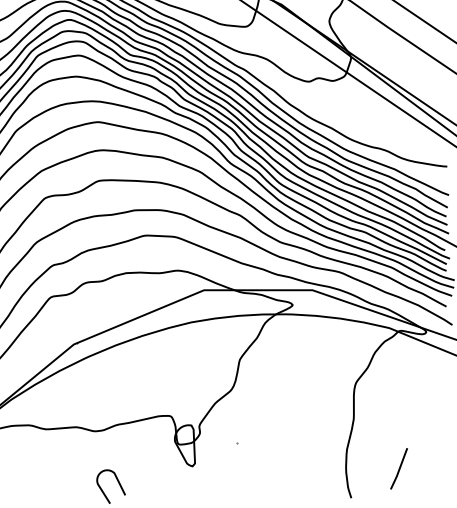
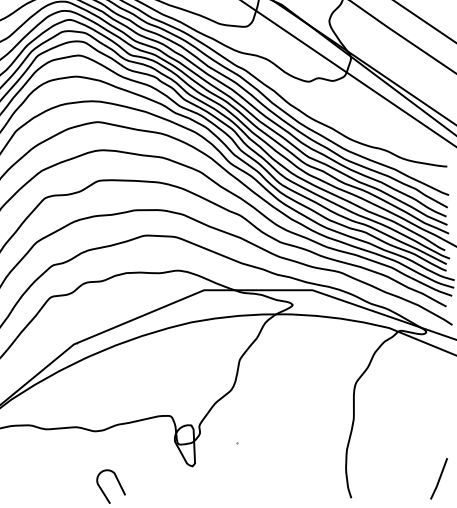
line at (398, 468) position: (398, 468) -> (438, 478)
